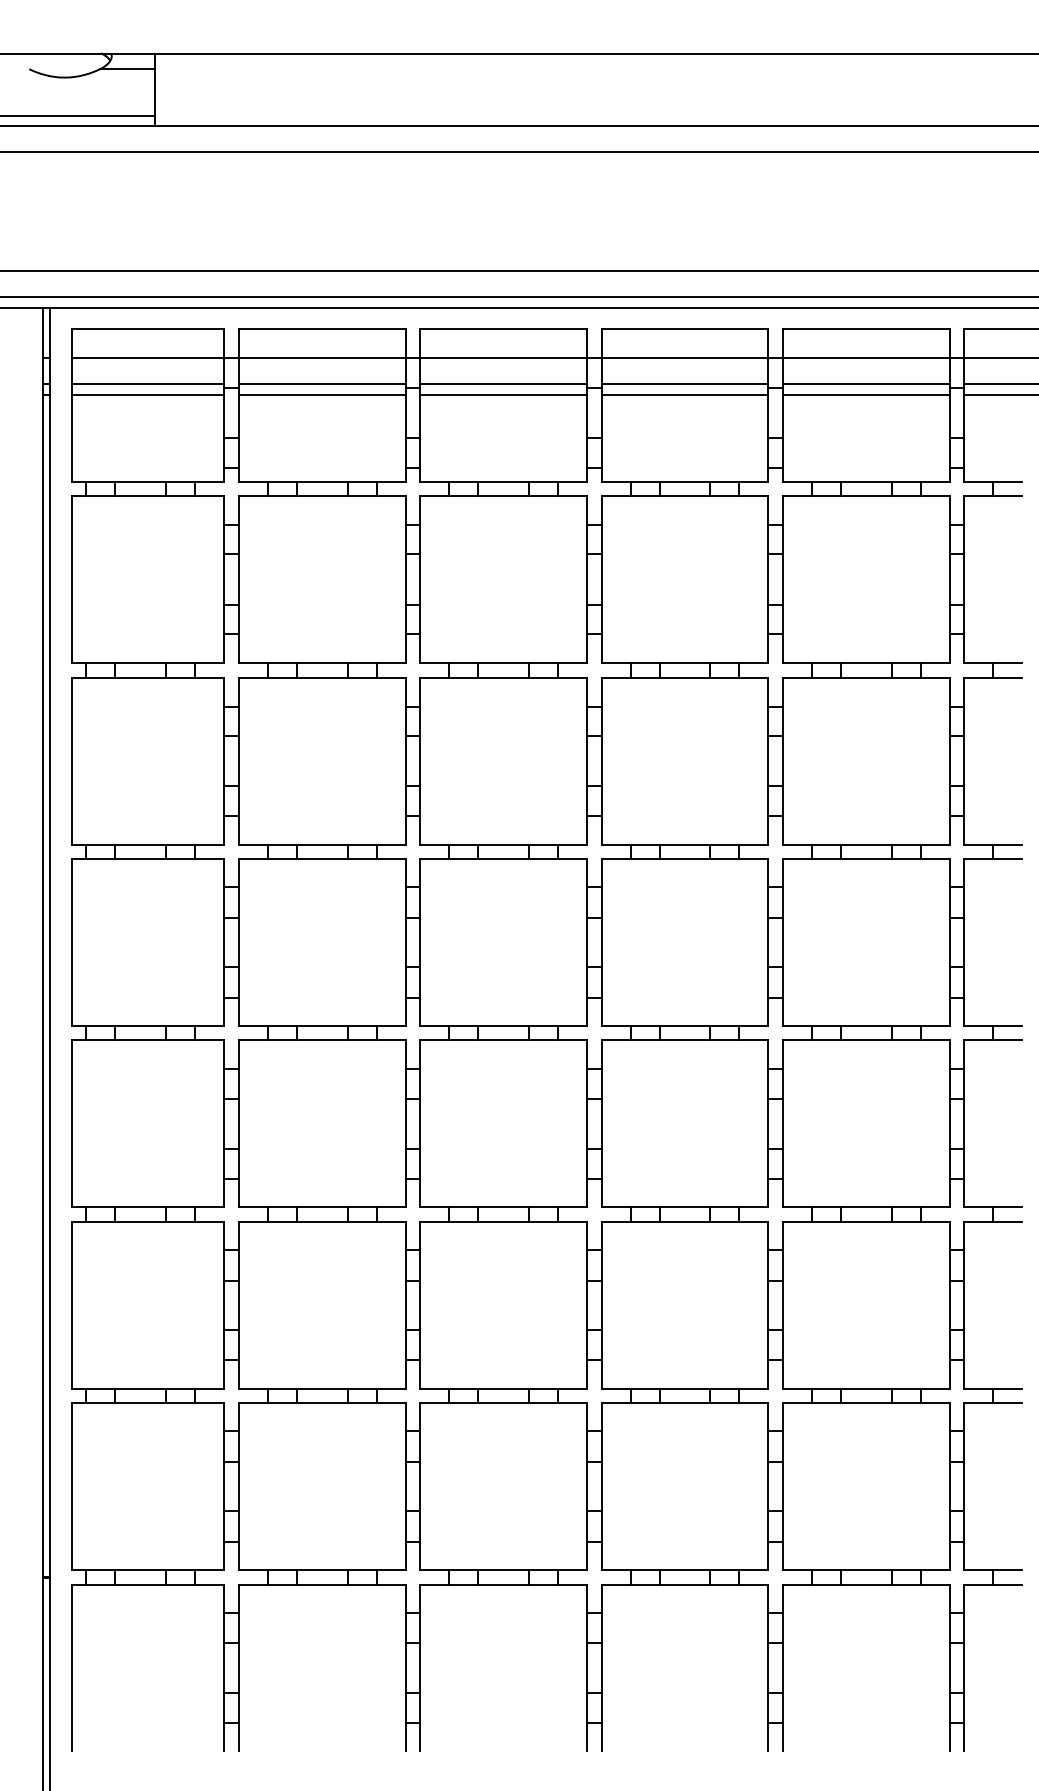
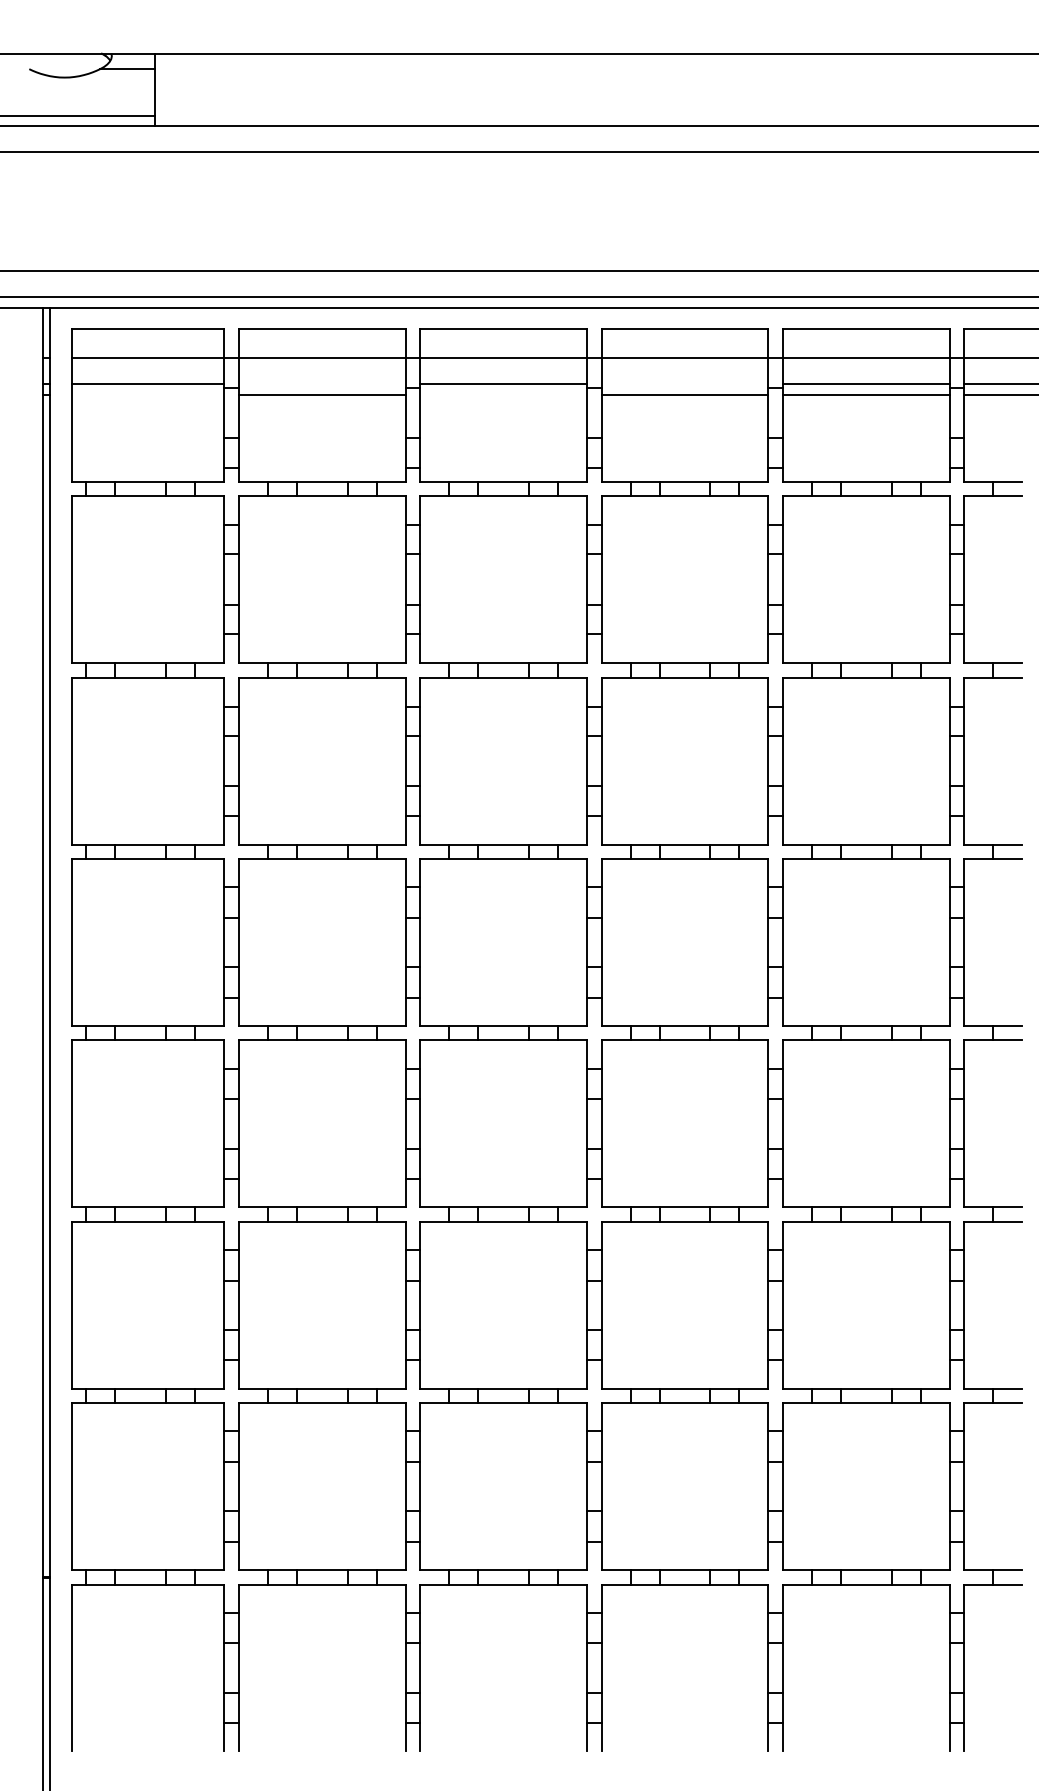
line at (321, 383): present -> none
line at (684, 383): present -> none
line at (147, 395): present -> none
line at (503, 395): present -> none
